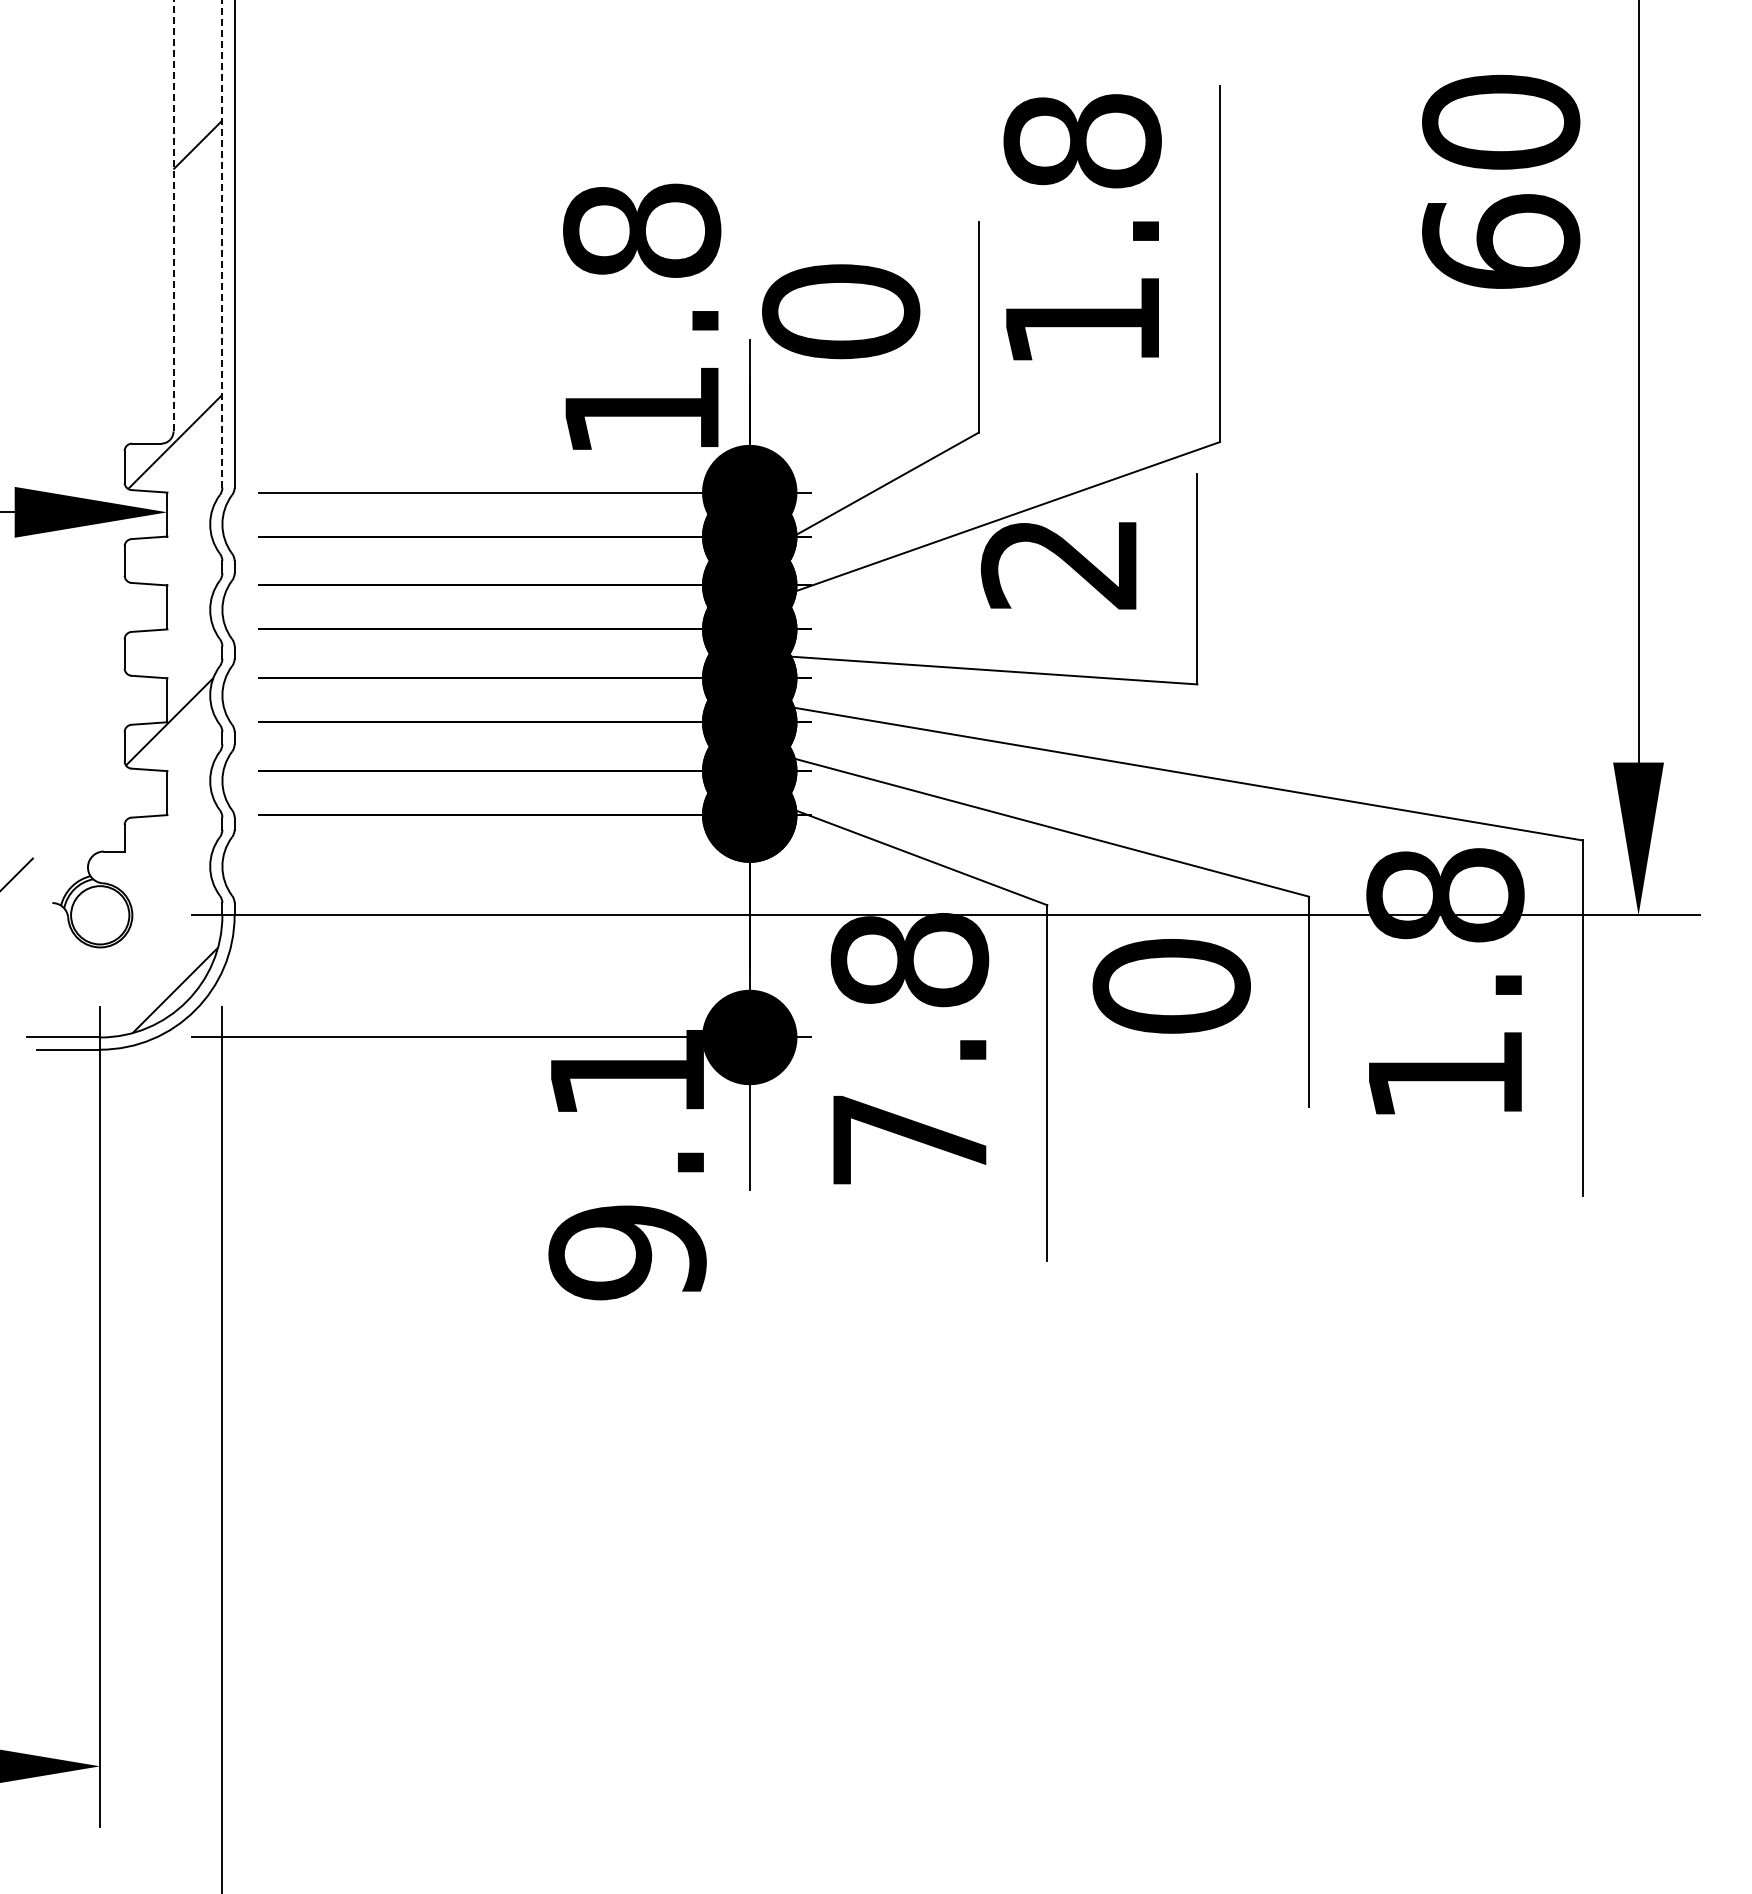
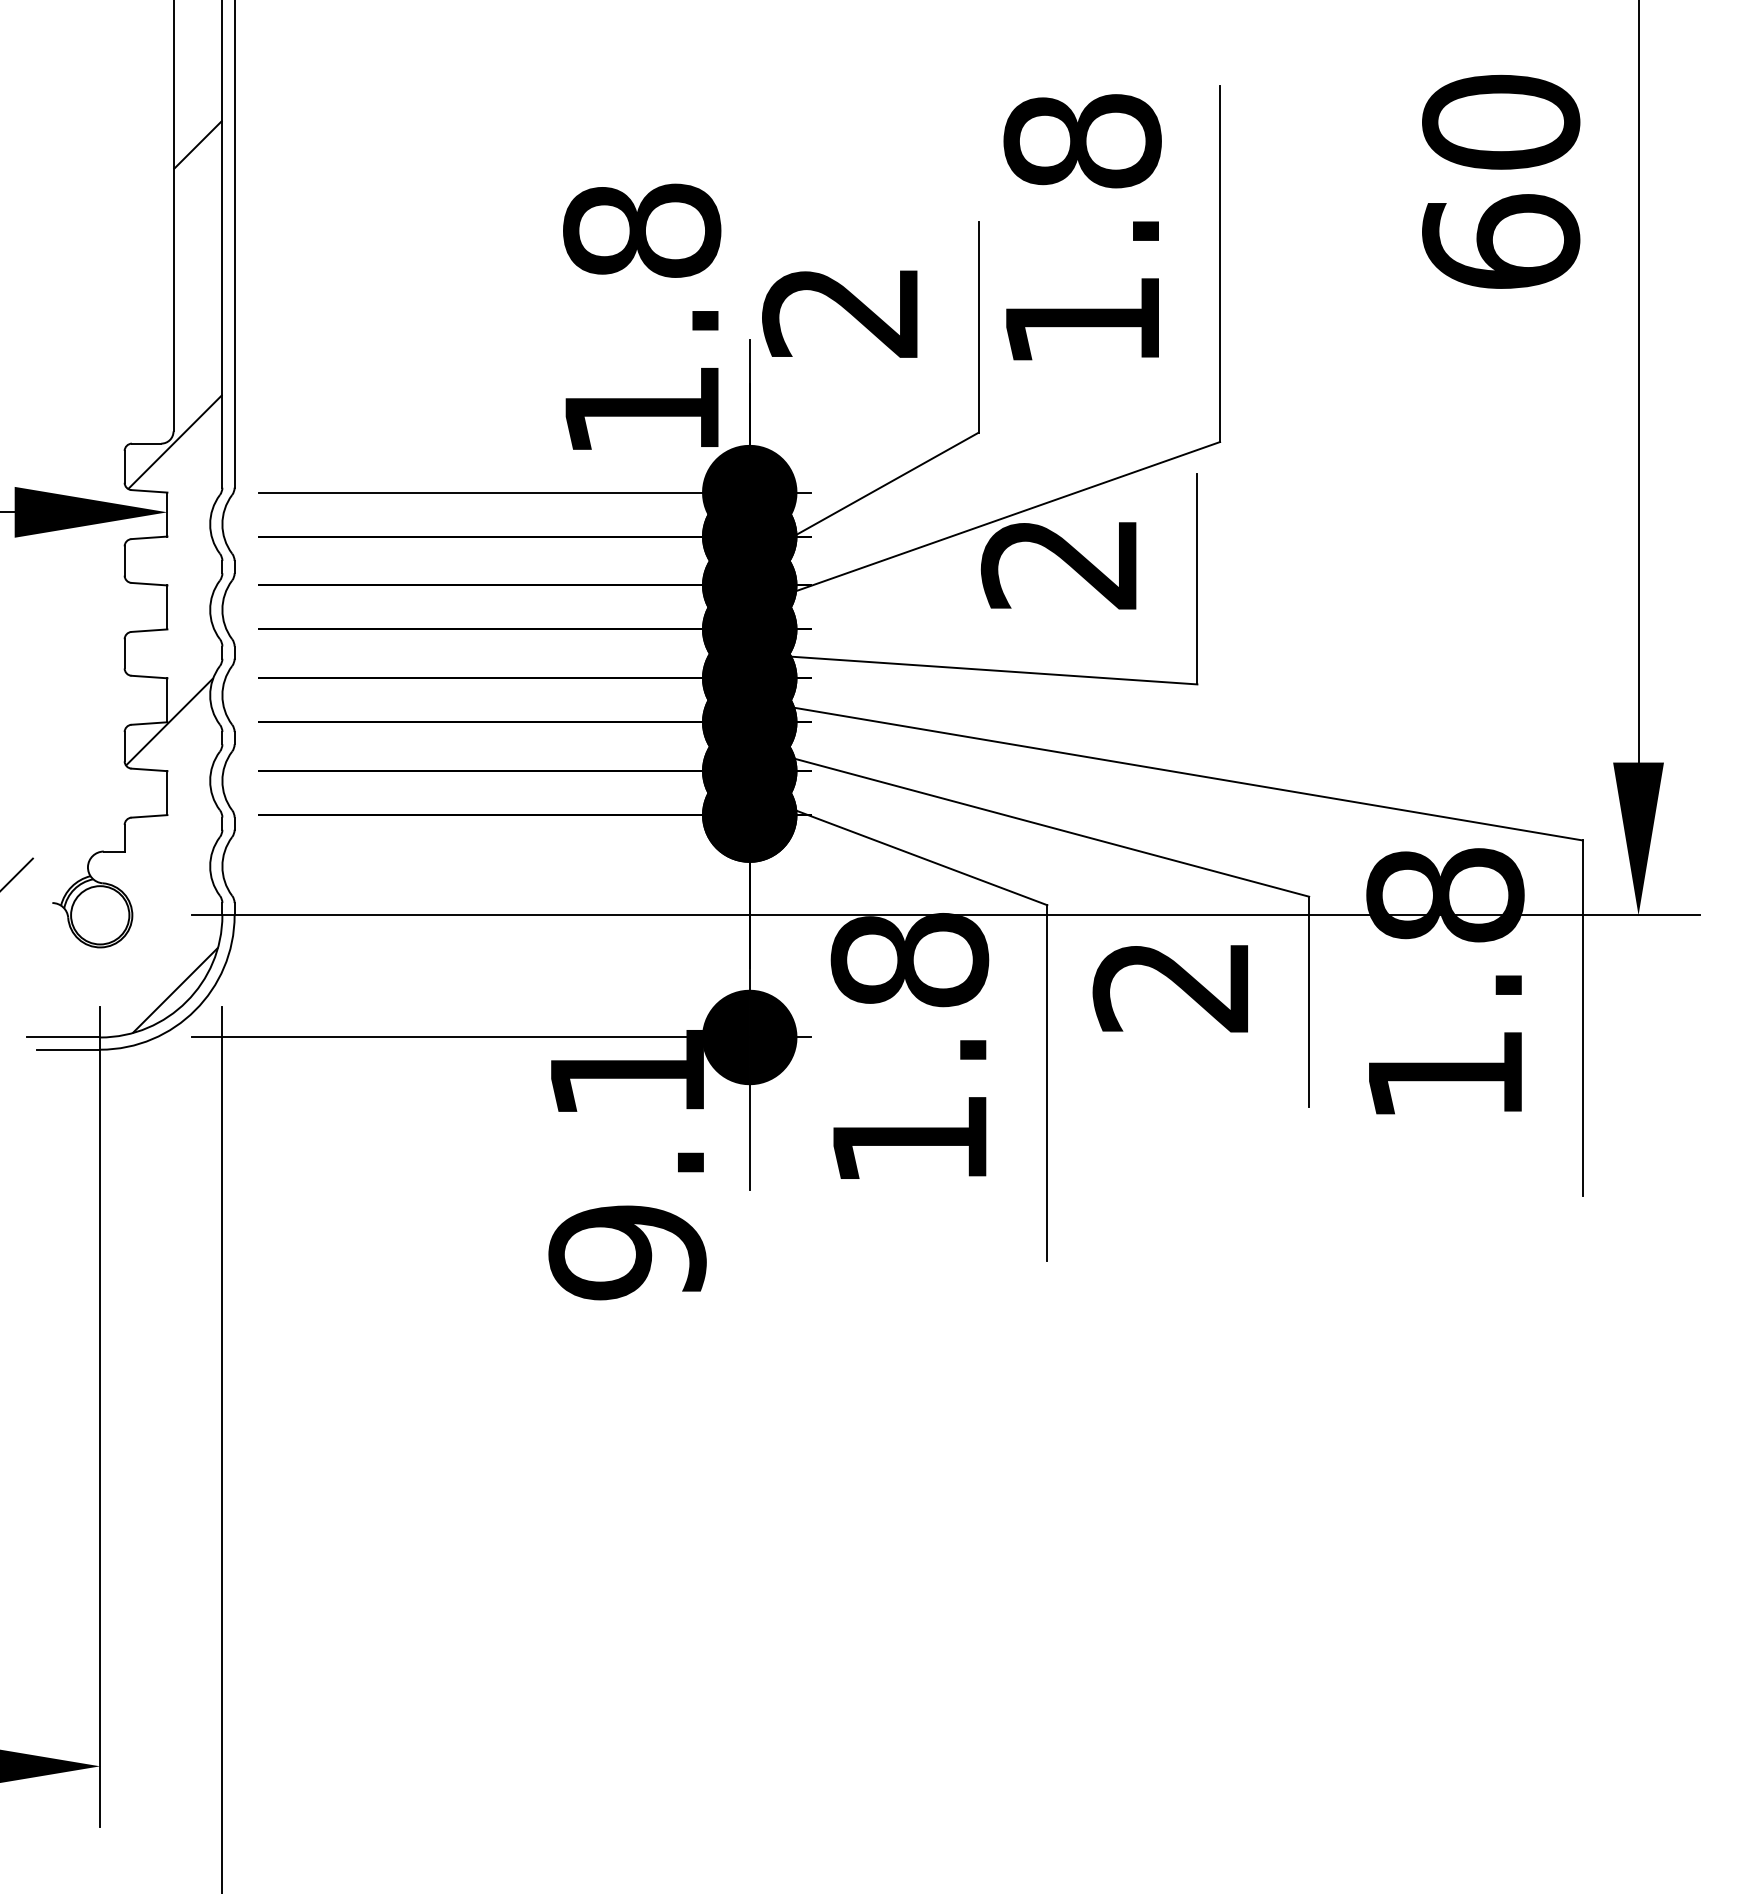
line at (173, 216): dashed -> solid
line at (222, 243): dashed -> solid
text at (841, 311): 0 -> 2
text at (1171, 986): 0 -> 2
text at (909, 1139): 7.8 -> 1.8
